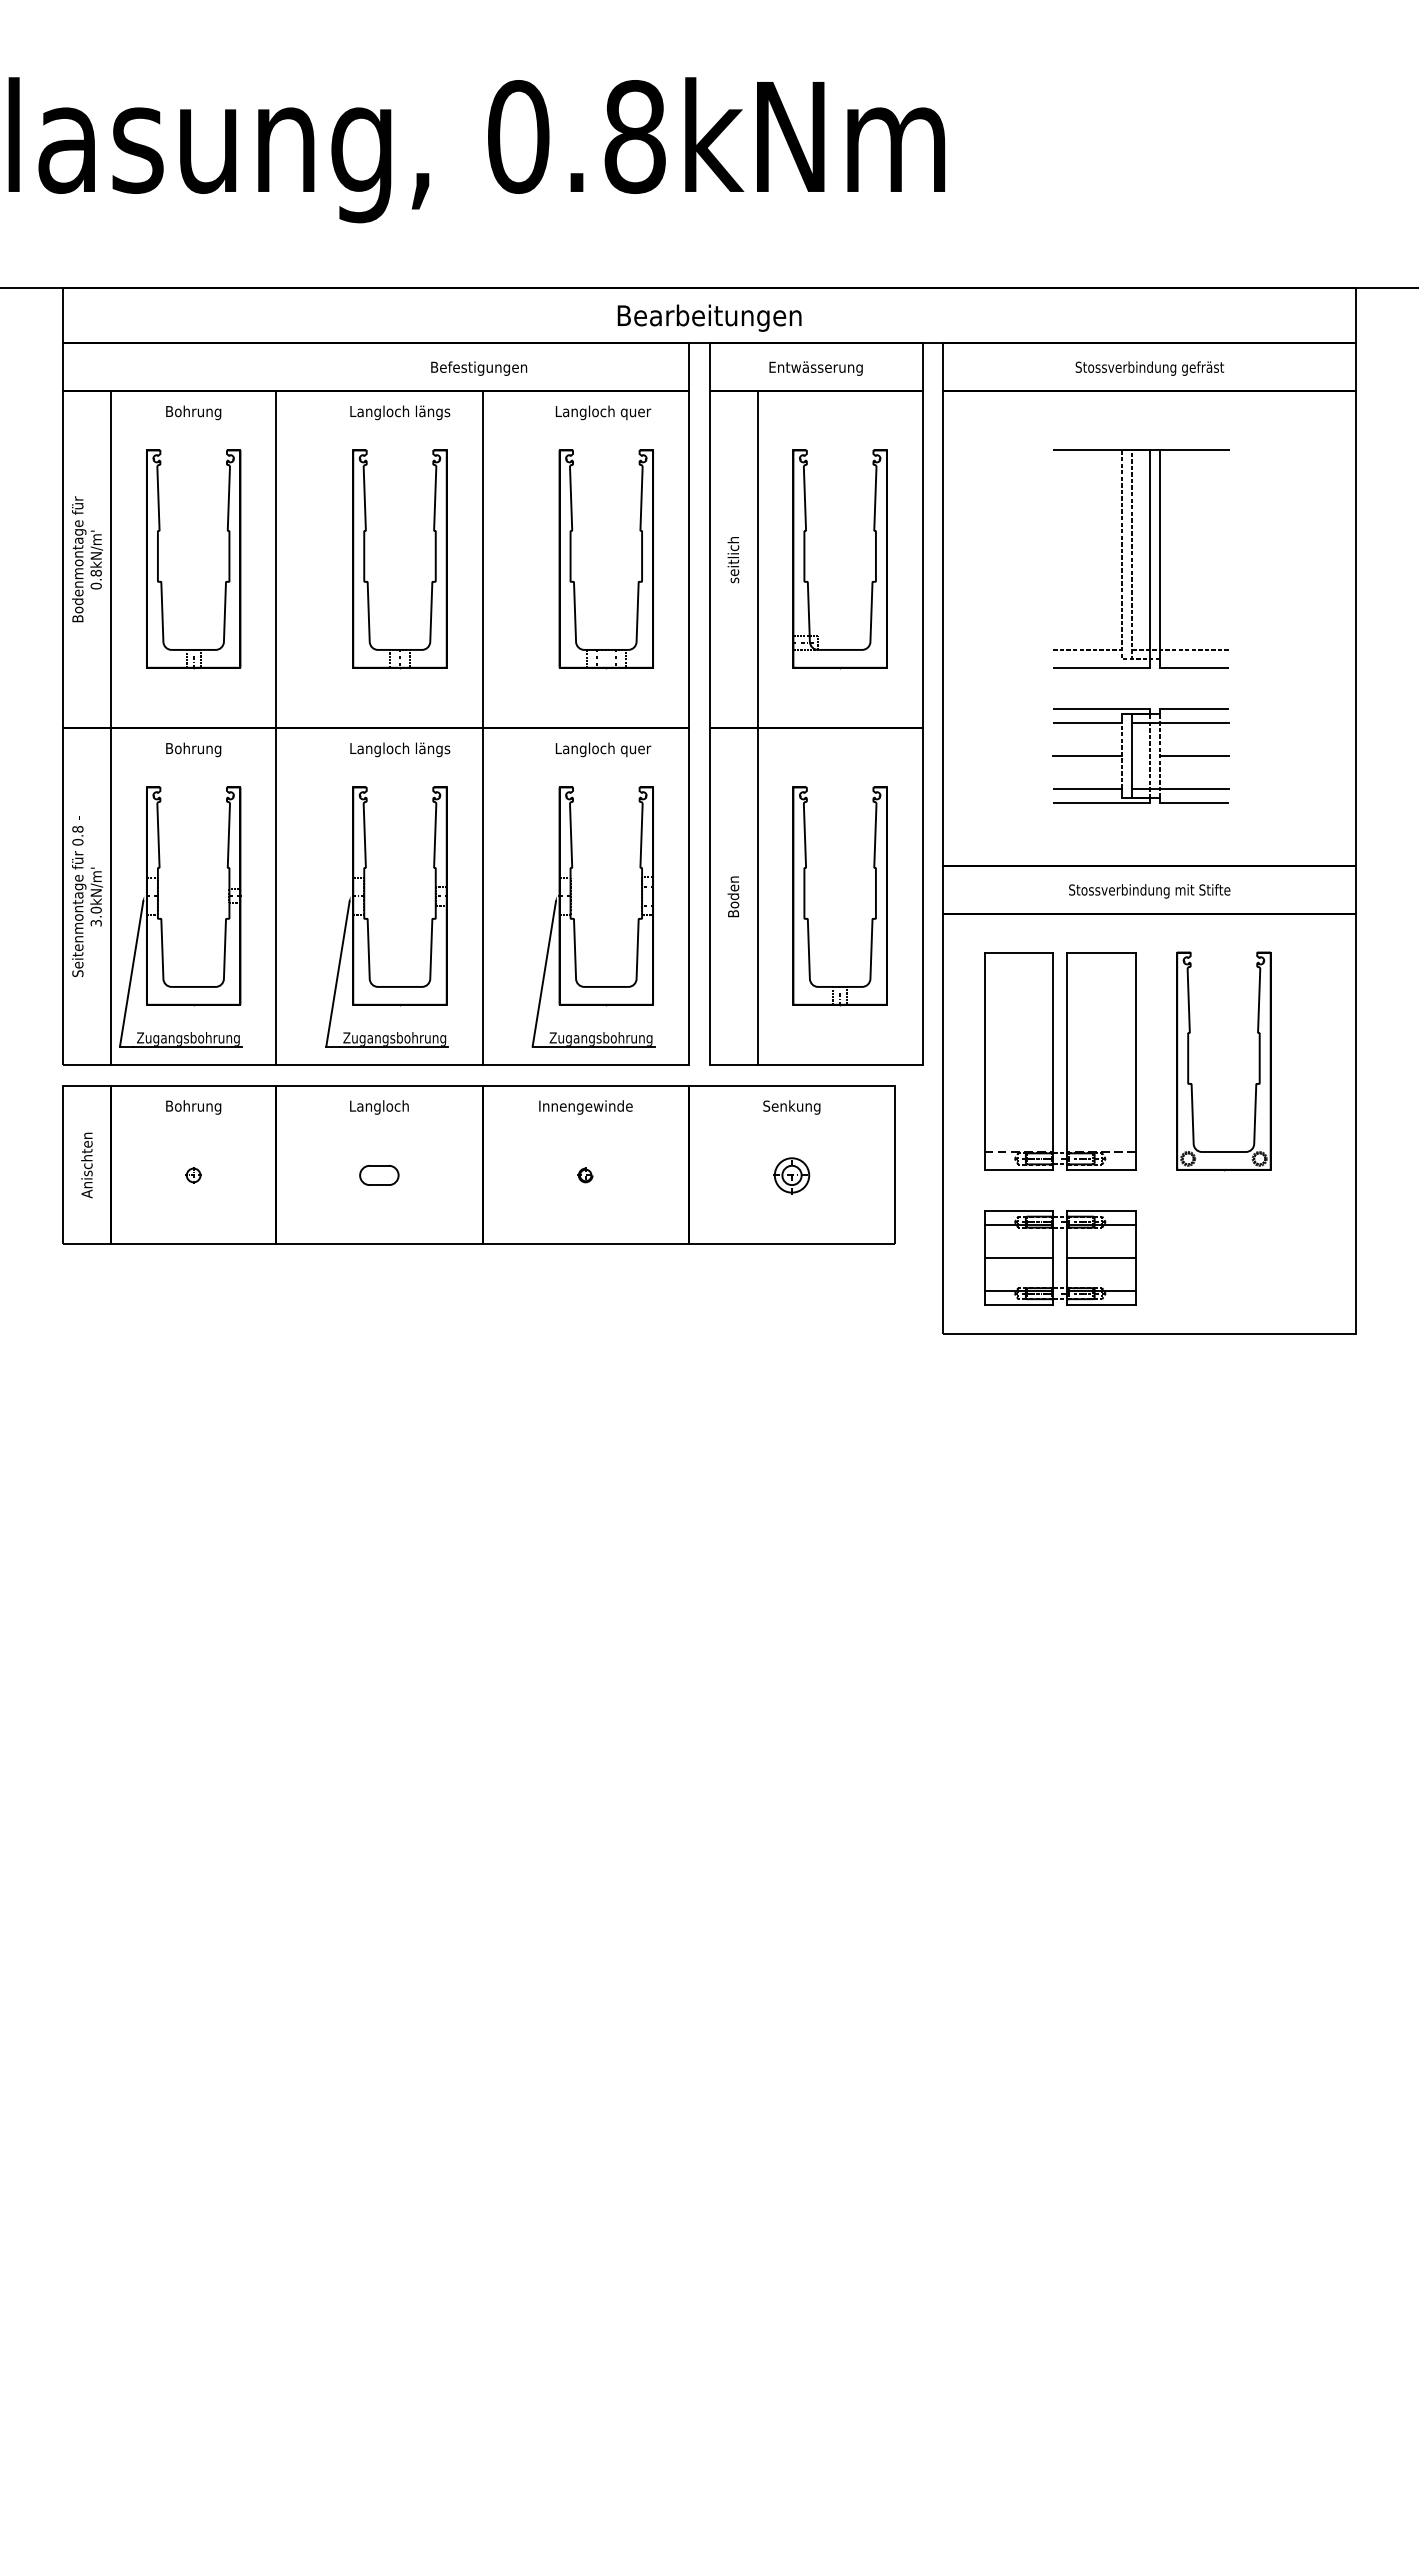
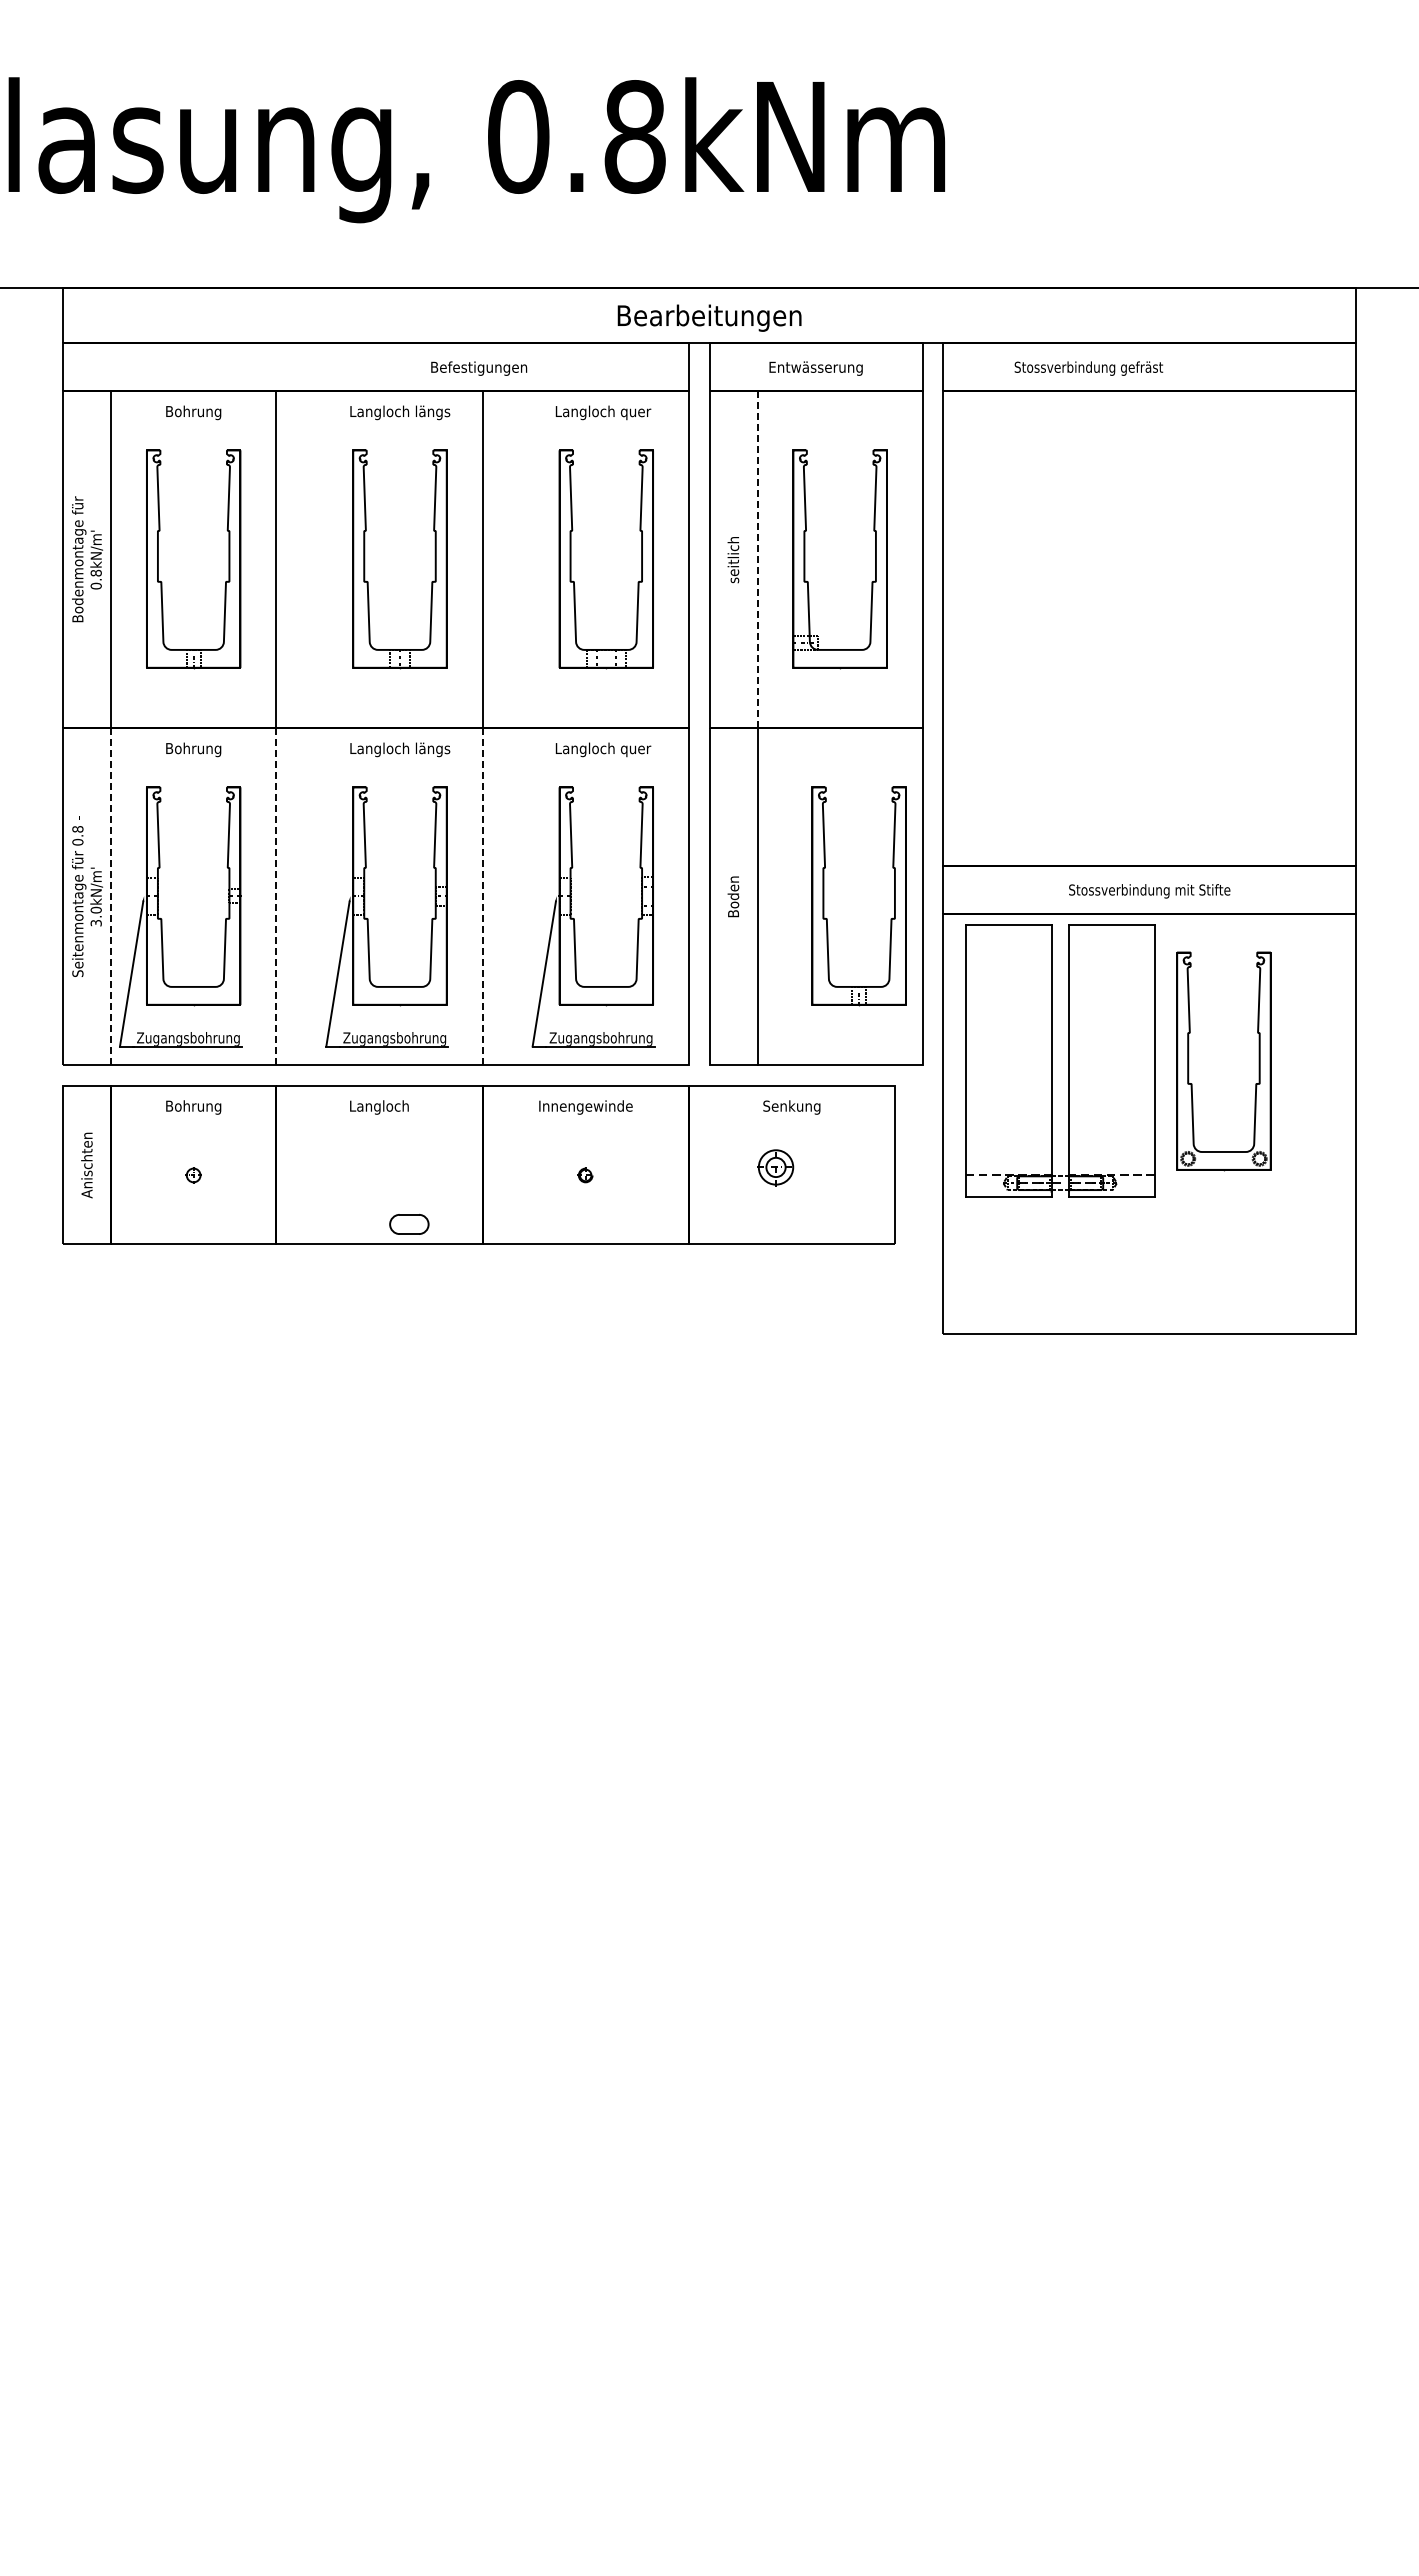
text at (1149, 368) position: (1149, 368) -> (1088, 368)
part at (1149, 558): present -> none
line at (757, 559): solid -> dashed
part at (1132, 755): present -> none
line at (111, 896): solid -> dashed
line at (276, 896): solid -> dashed
line at (482, 896): solid -> dashed
part at (805, 896) position: (805, 896) -> (824, 896)
part at (1060, 1061) size: 153x219 px -> 191x274 px
part at (379, 1175) position: (379, 1175) -> (409, 1224)
part at (791, 1175) position: (791, 1175) -> (775, 1167)
part at (1060, 1257): present -> none
